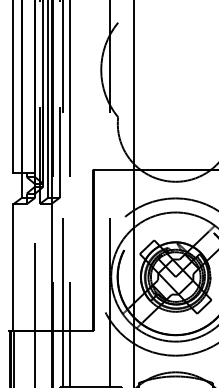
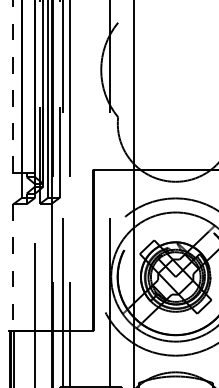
line at (13, 86): solid -> dashed
line at (13, 267): solid -> dashed
